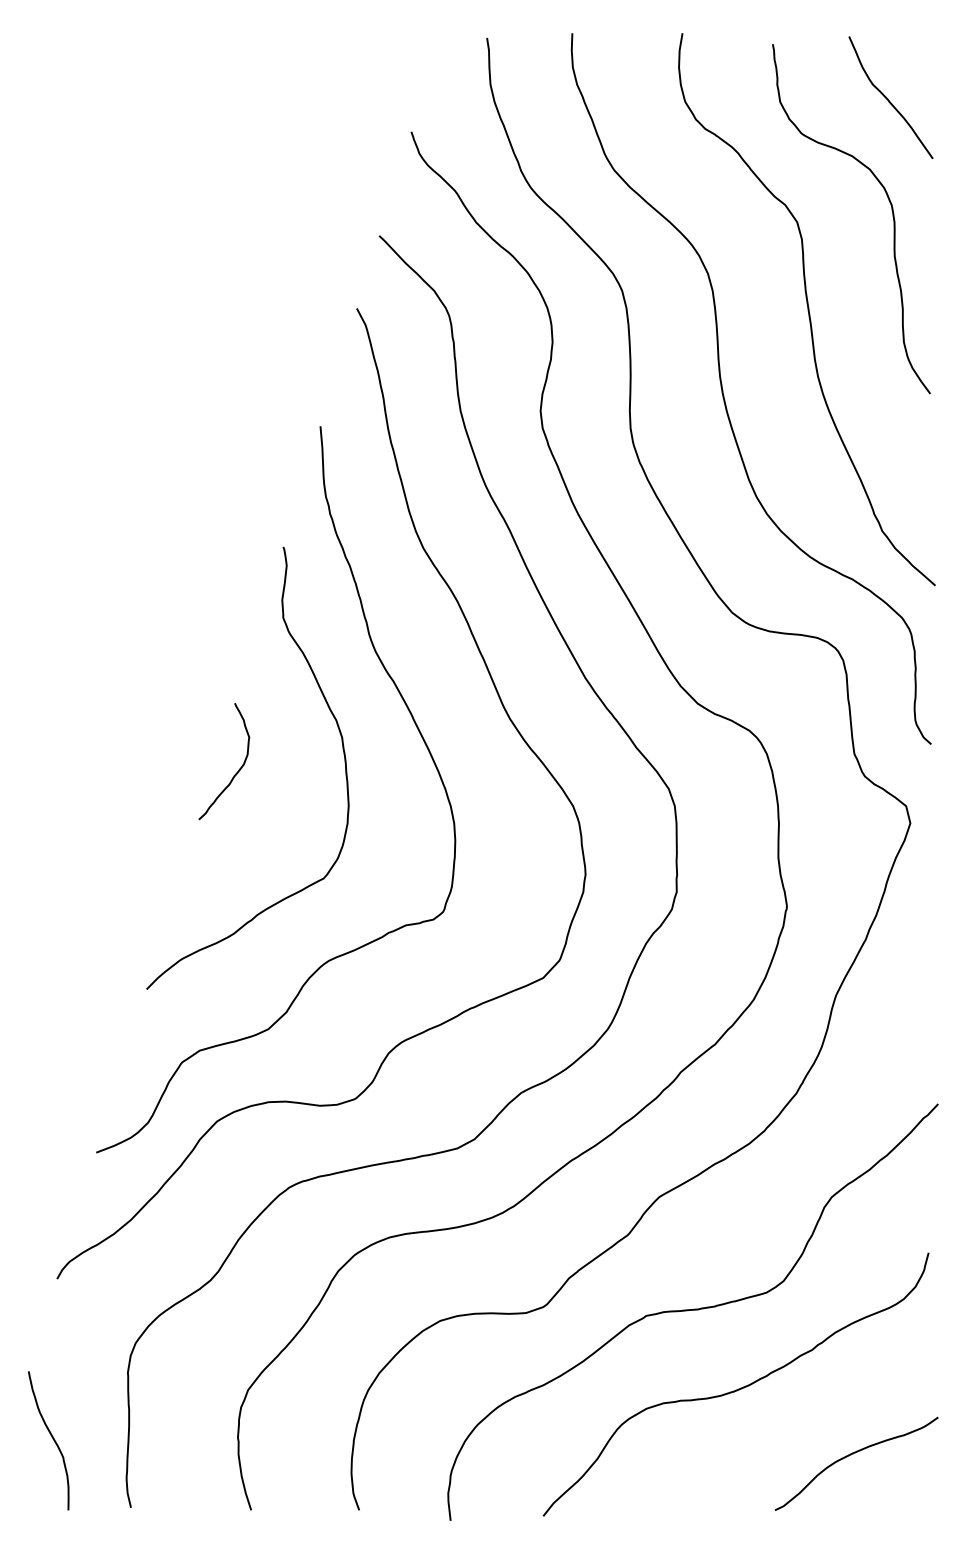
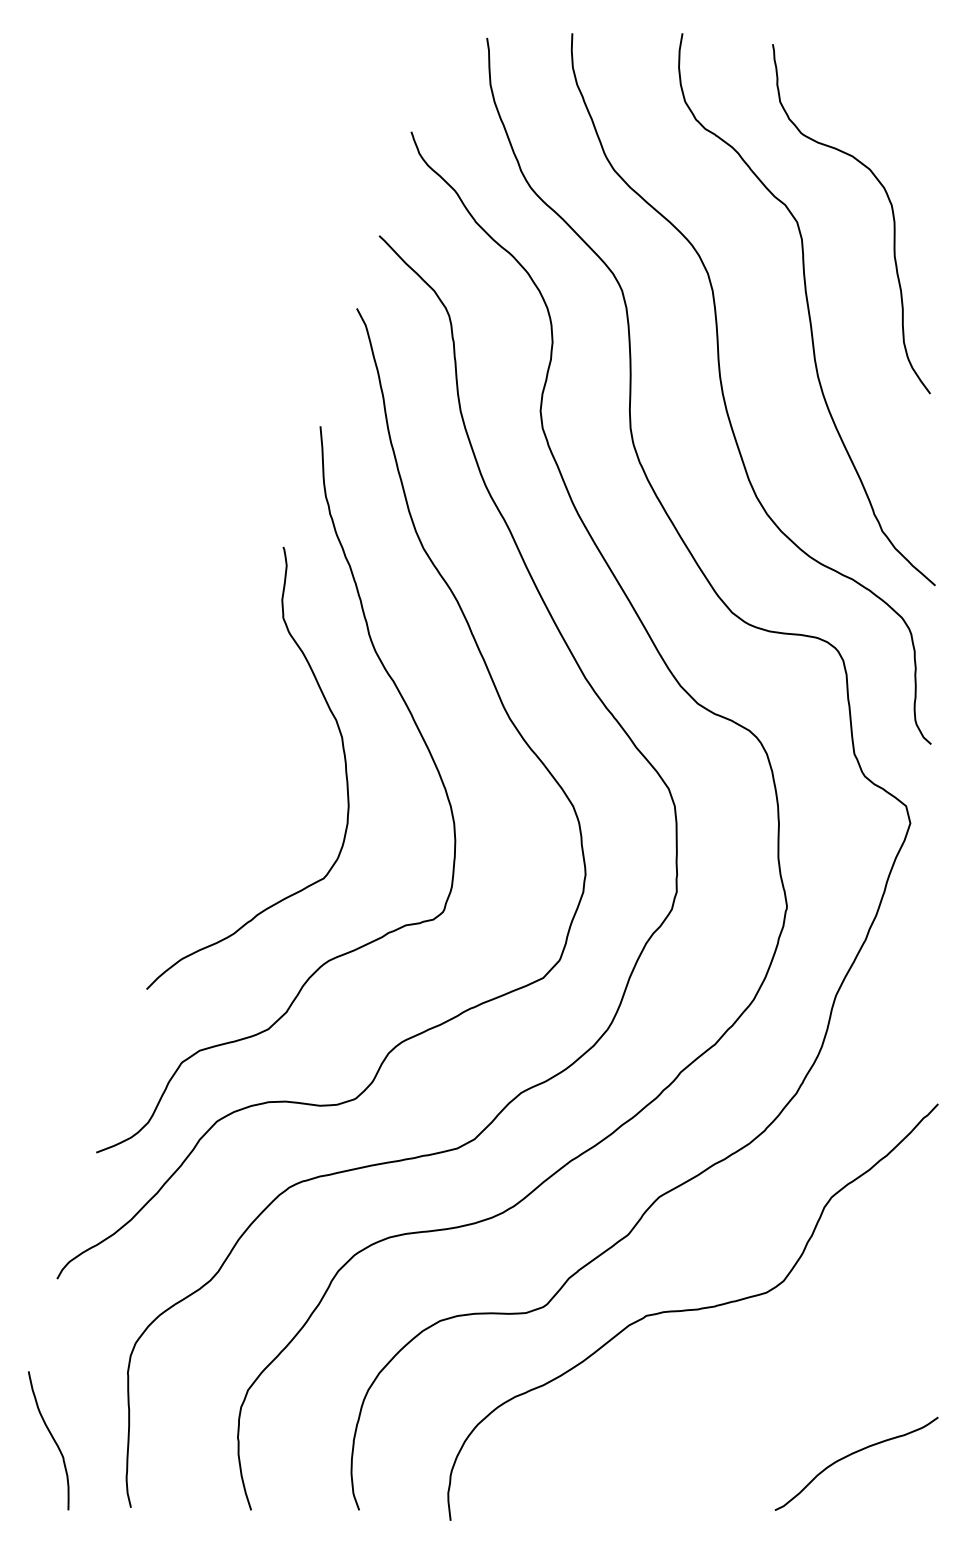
curve at (888, 98): present -> none
curve at (238, 769): present -> none
curve at (738, 1388): present -> none
